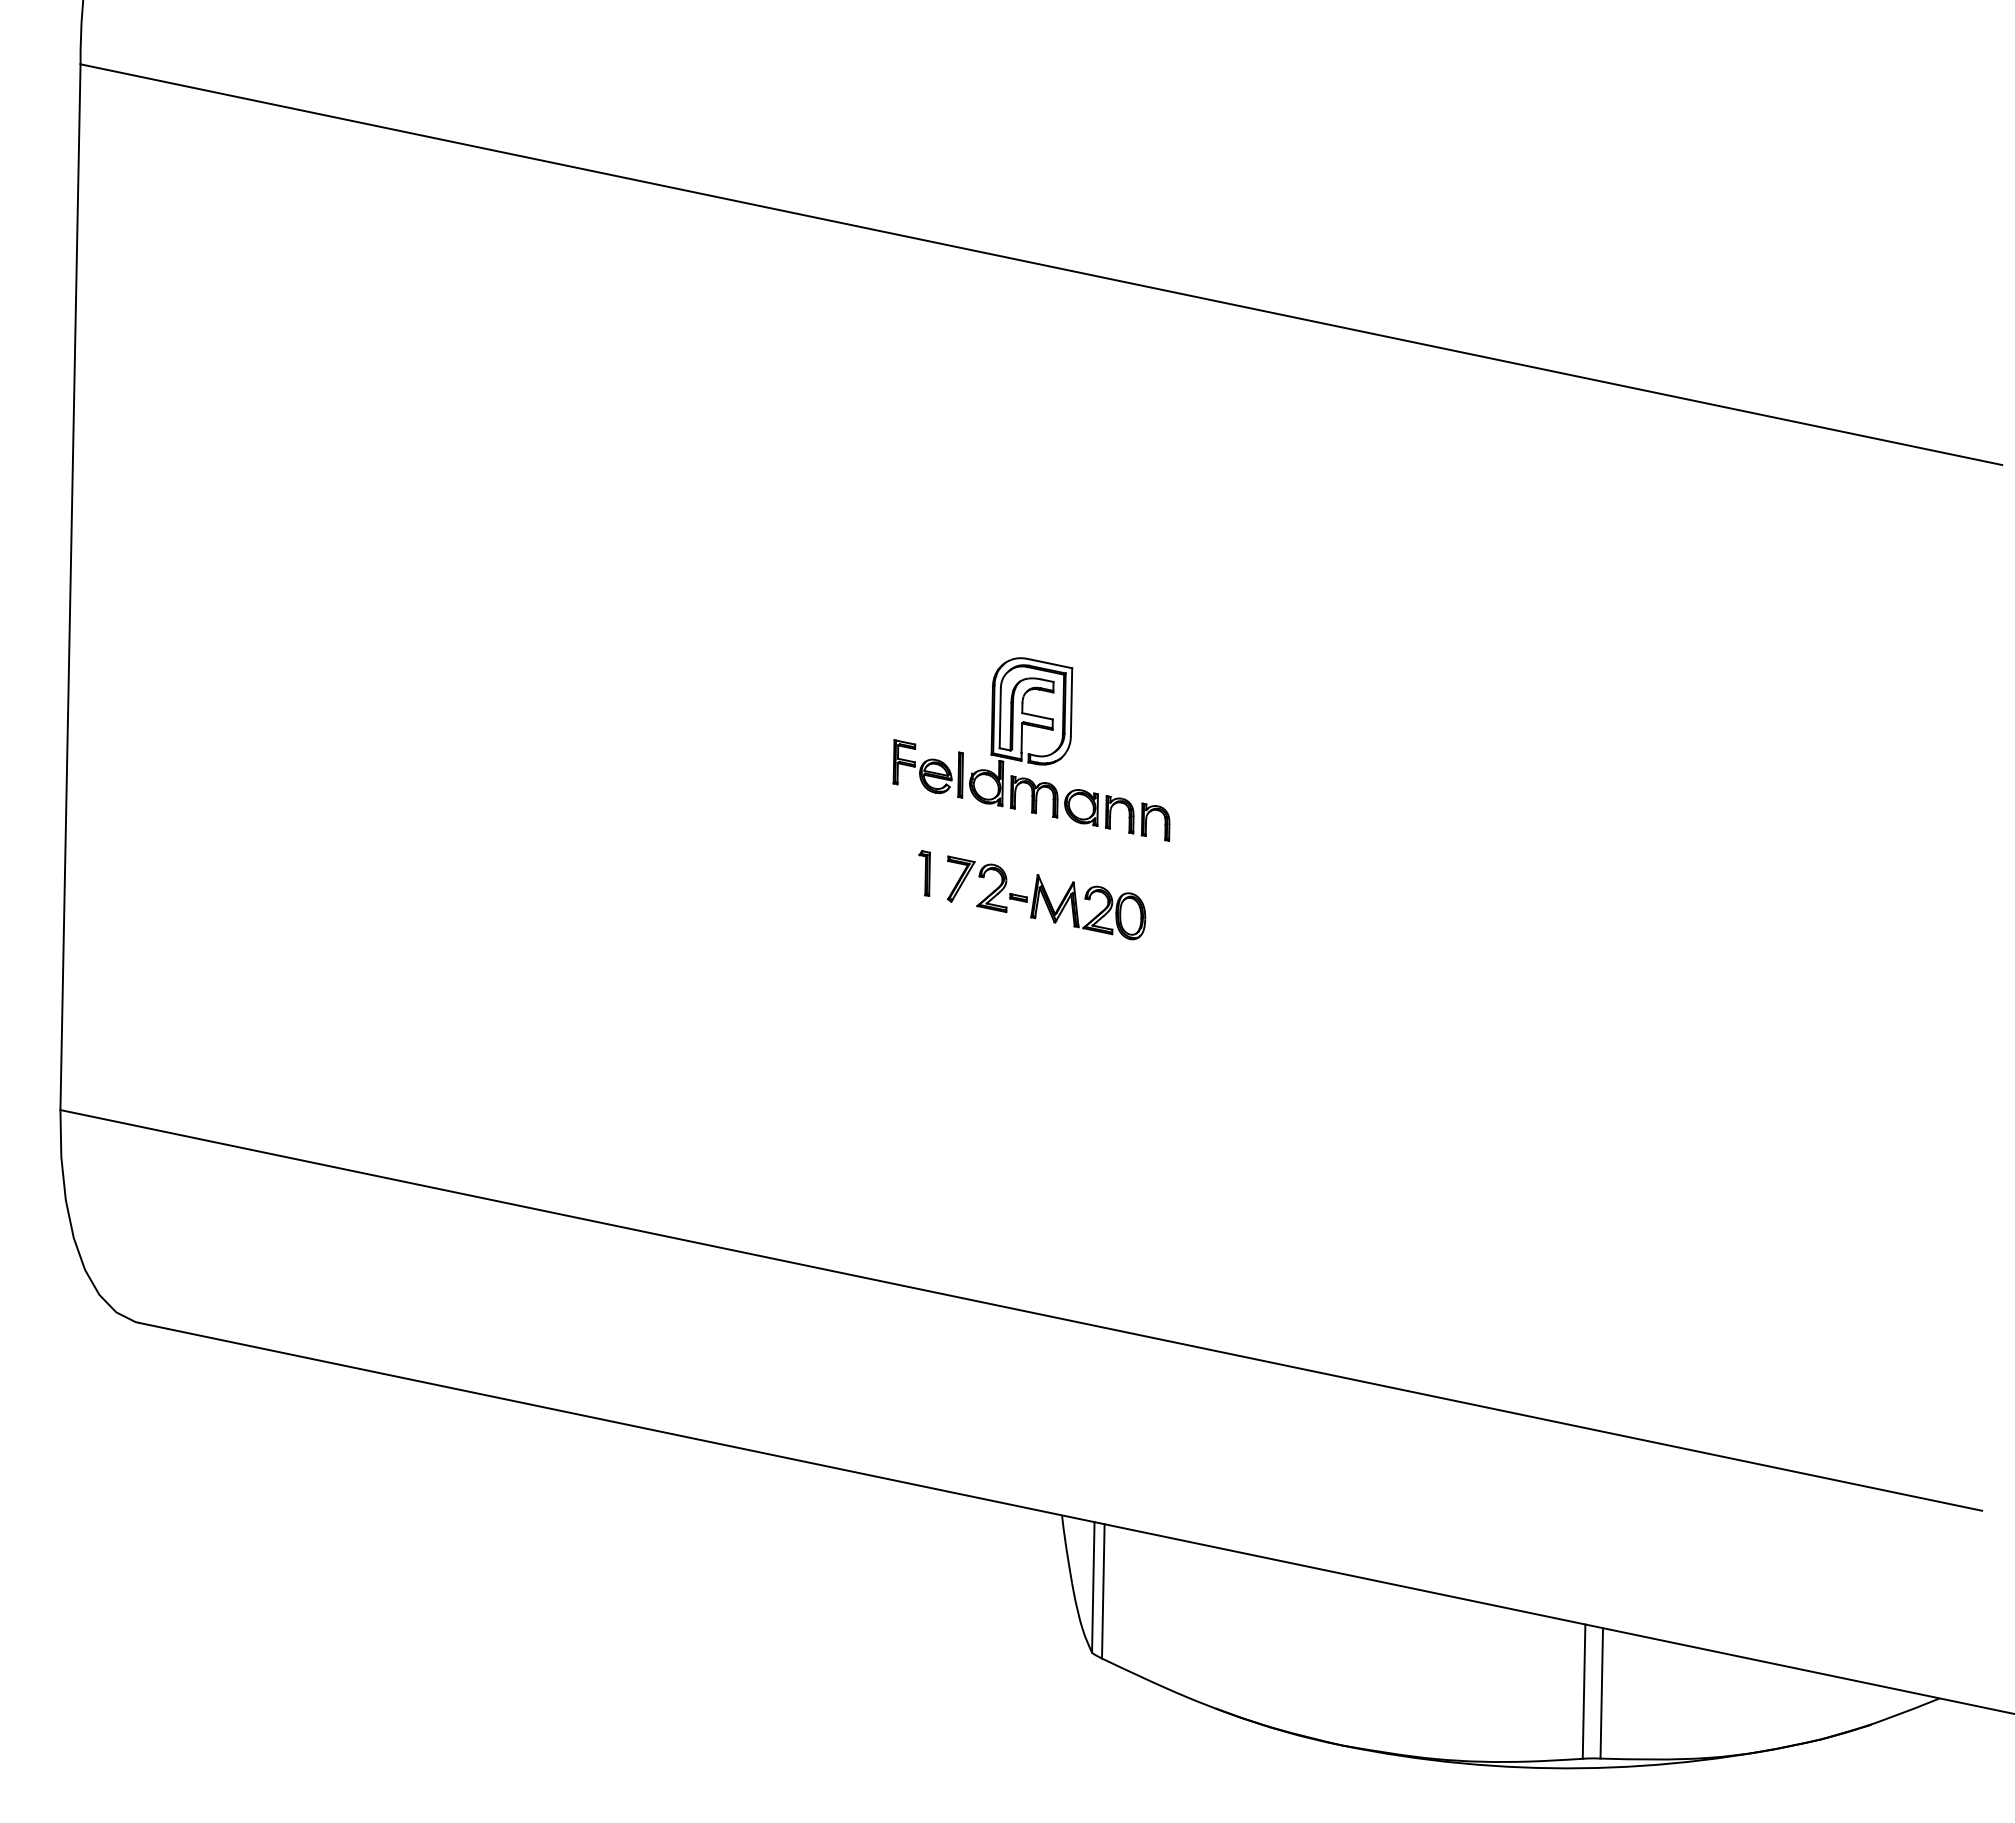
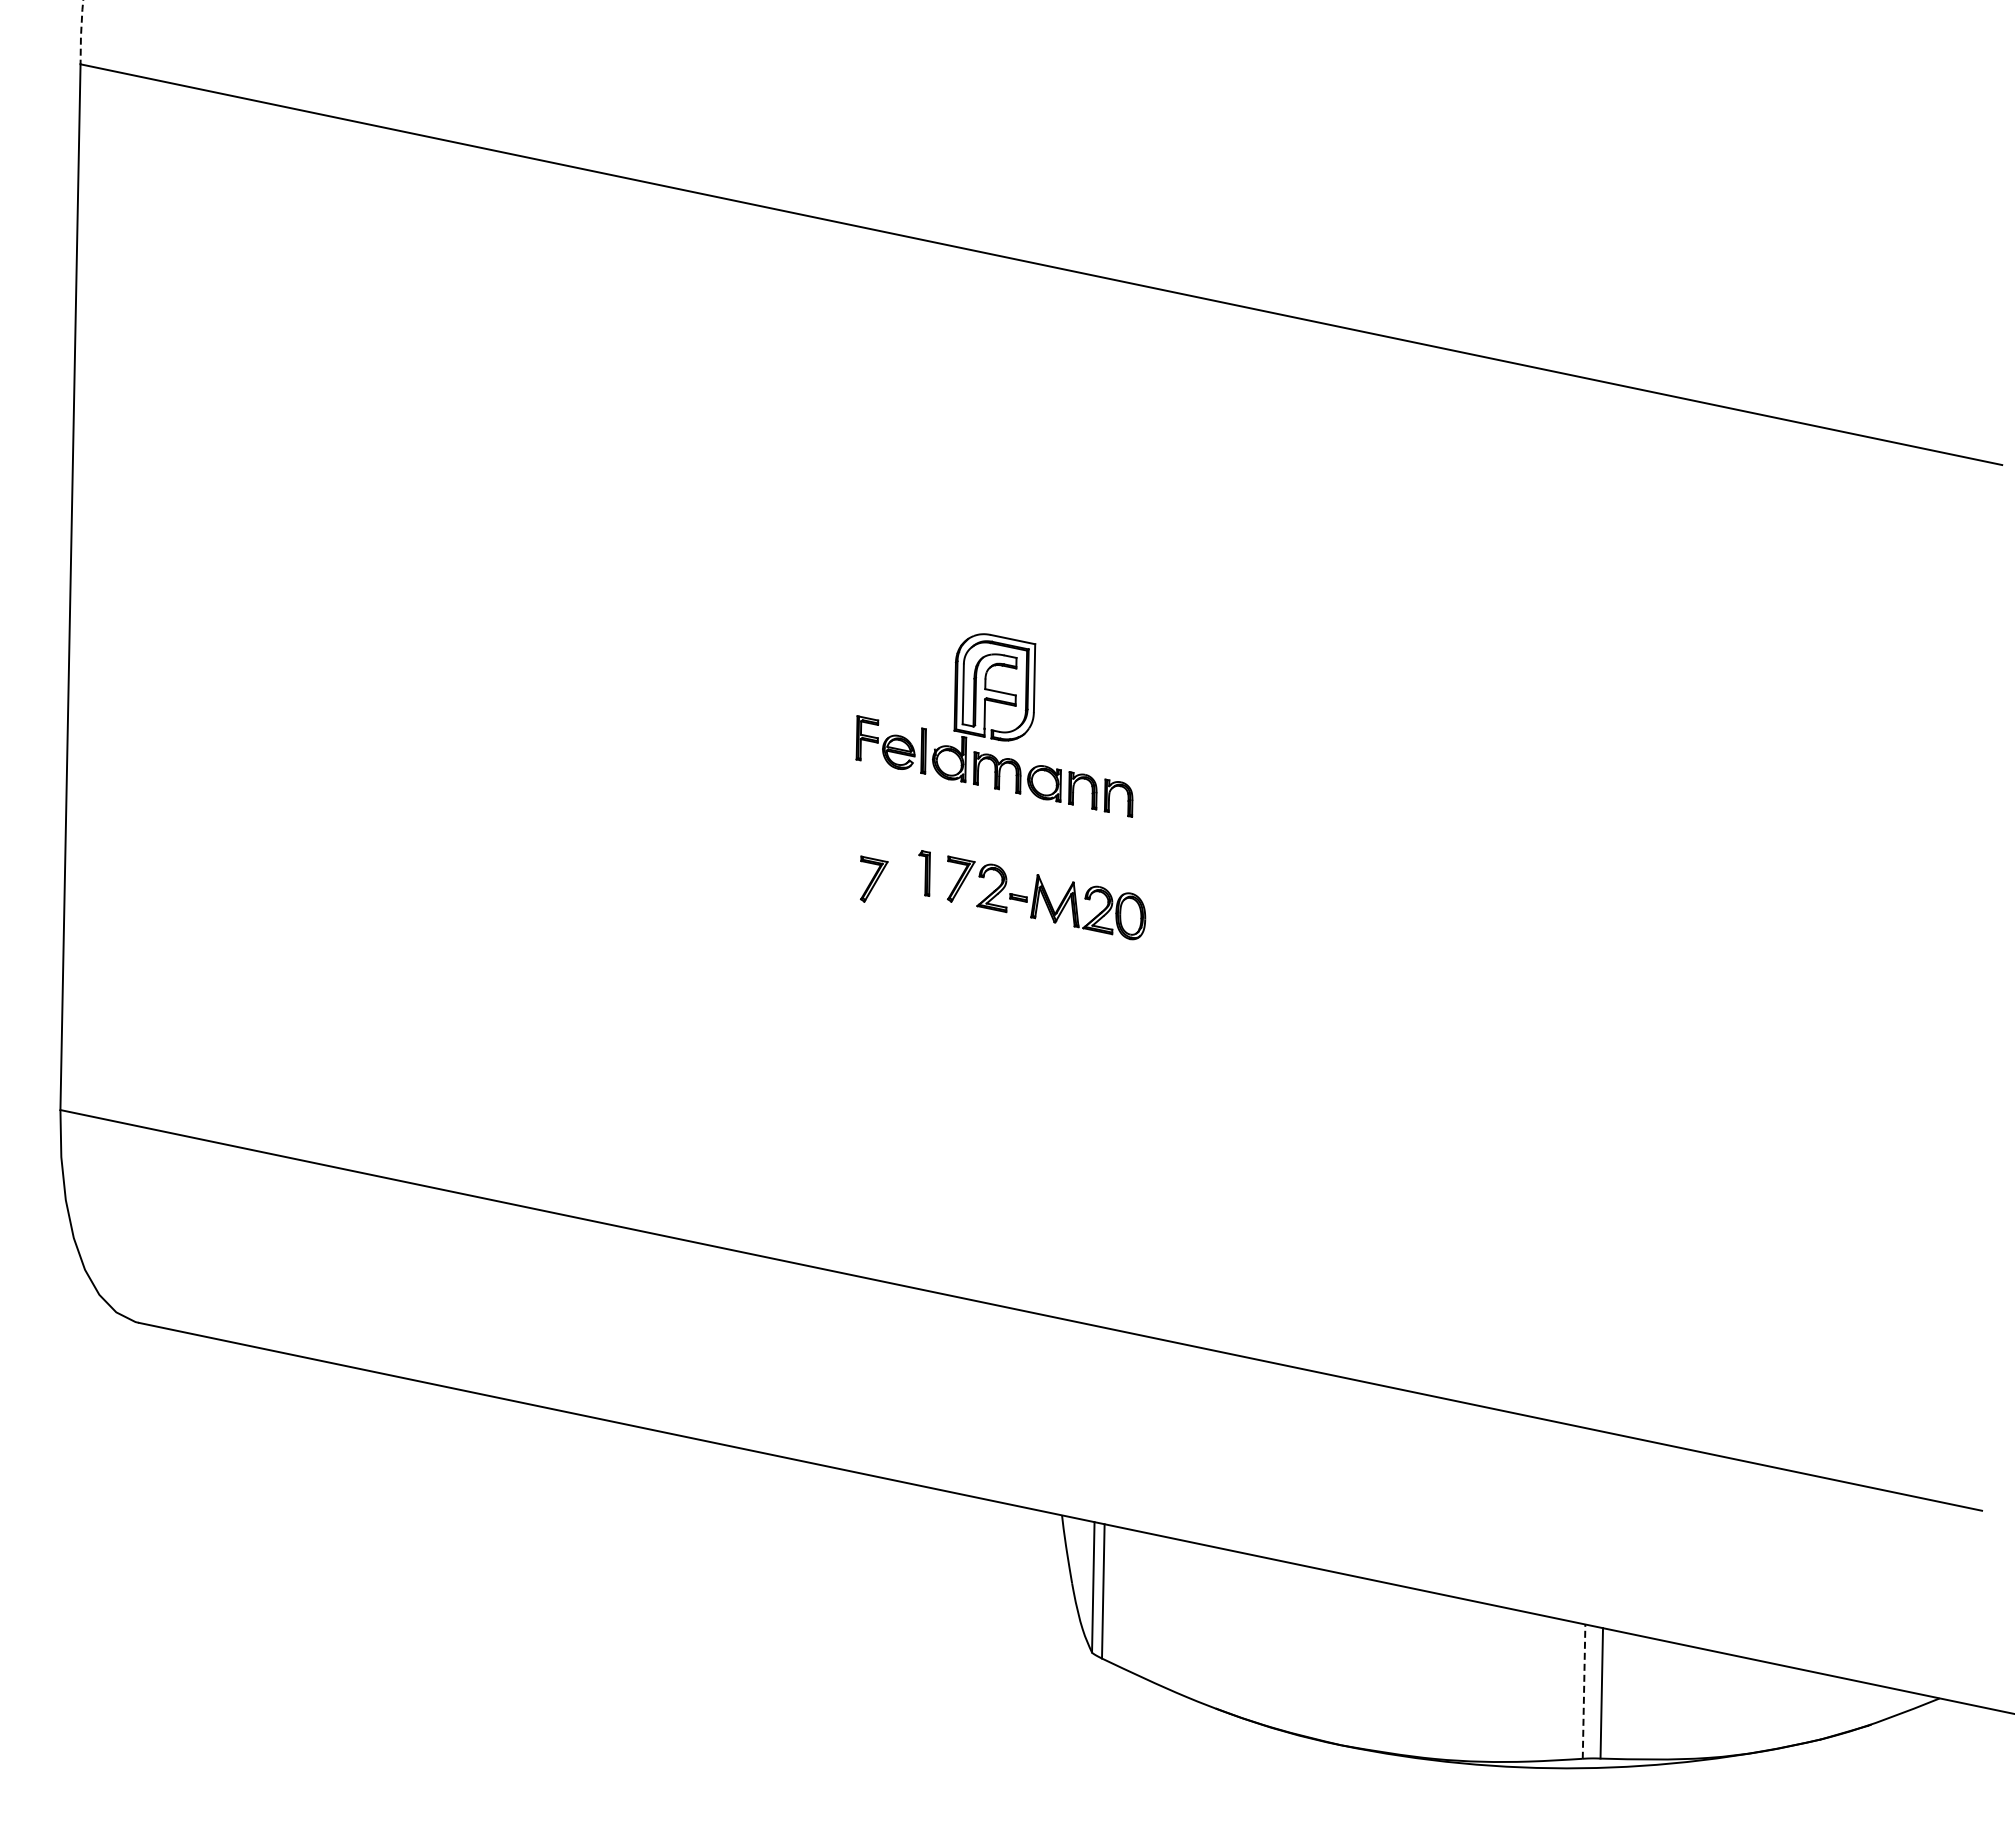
arc at (81, 32): solid -> dashed
part at (1031, 749) position: (1031, 749) -> (994, 725)
part at (874, 878): none -> present
line at (1584, 1691): solid -> dashed
